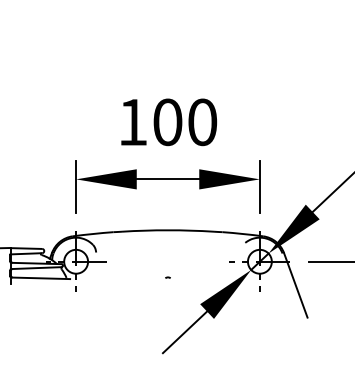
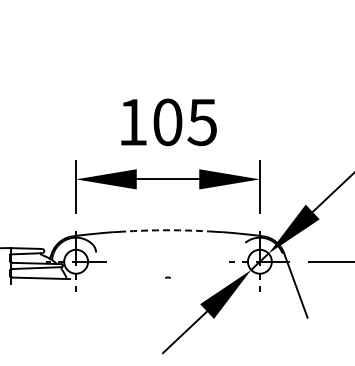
text at (202, 122): 100 -> 105
arc at (168, 230): solid -> dashed
